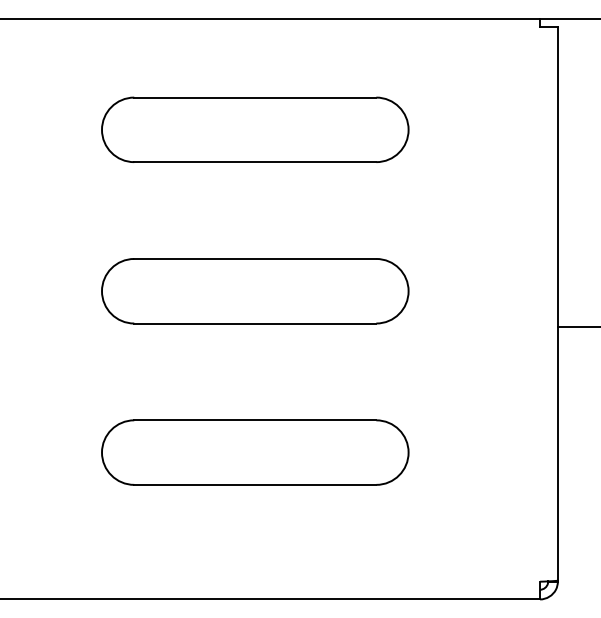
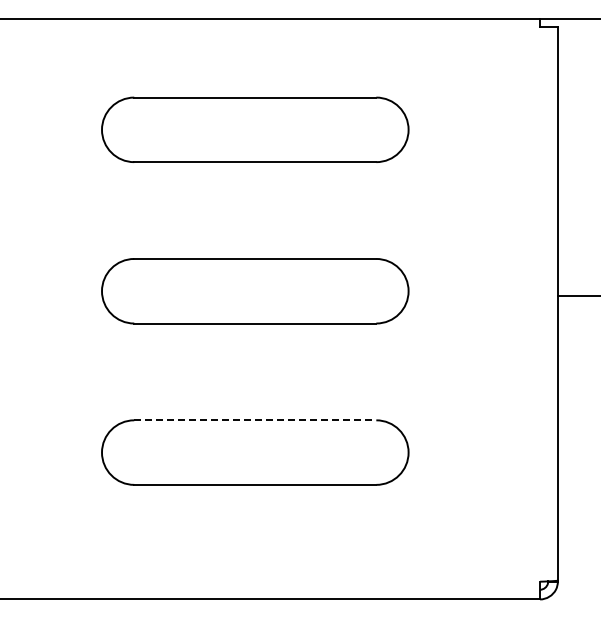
line at (577, 326) position: (577, 326) -> (577, 295)
line at (255, 420): solid -> dashed
